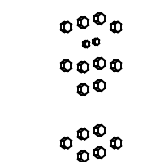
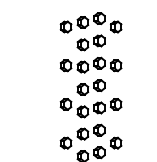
part at (91, 42) size: 19x12 px -> 30x18 px
part at (90, 108): none -> present
